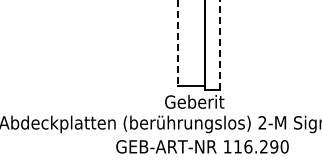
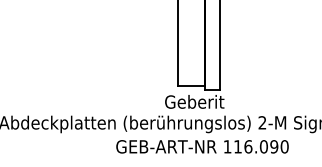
line at (178, 43): dashed -> solid
line at (220, 44): dashed -> solid
text at (263, 146): 116.290 -> 116.090
